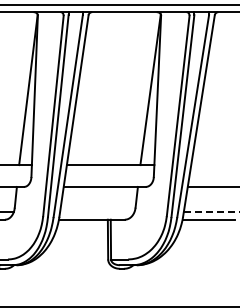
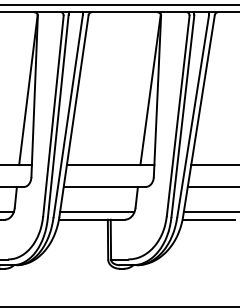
line at (213, 165): none -> present
line at (97, 212): none -> present
line at (211, 212): dashed -> solid
